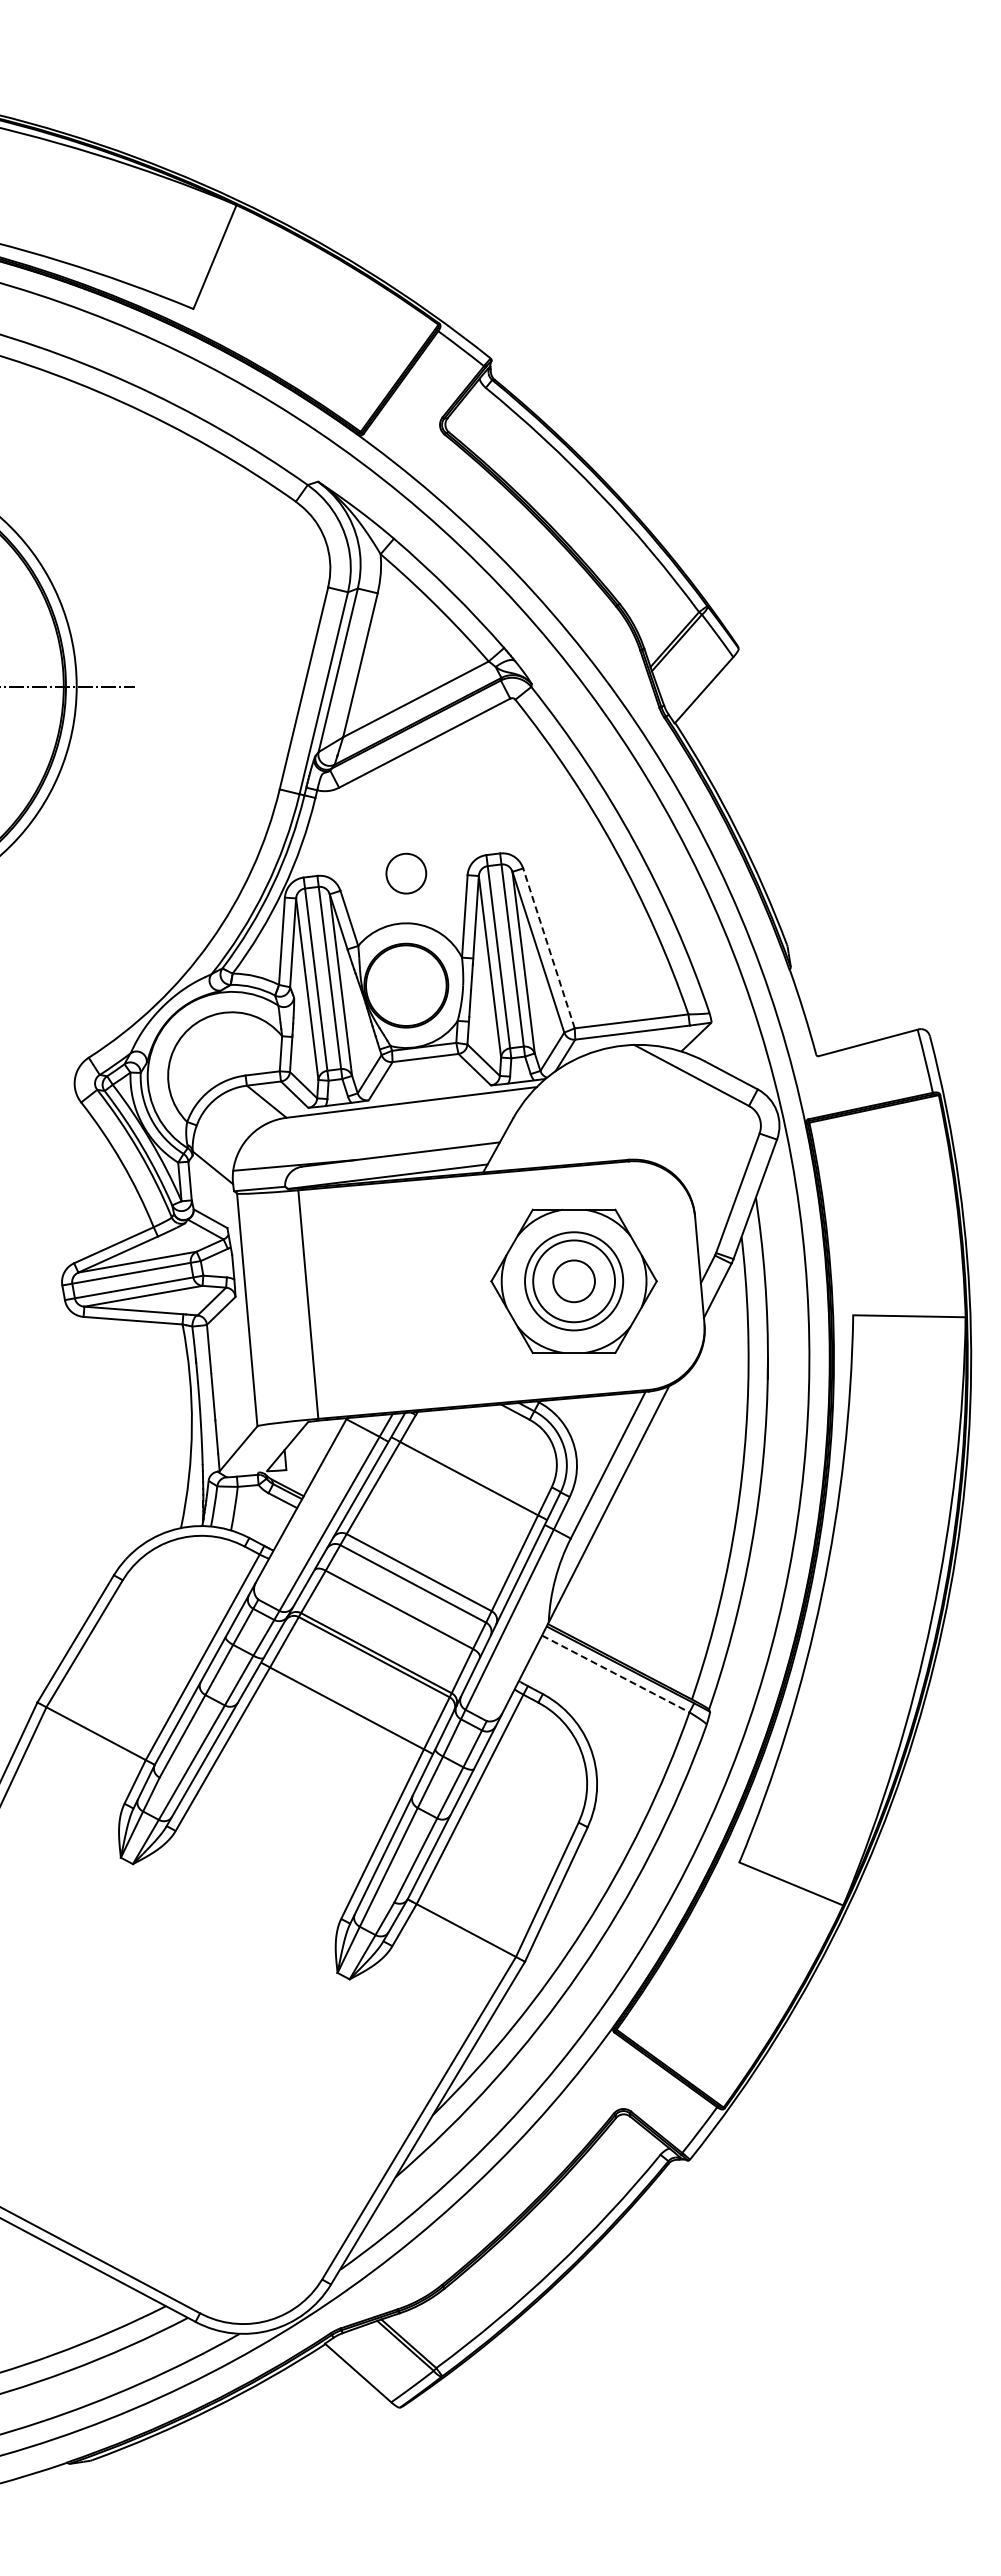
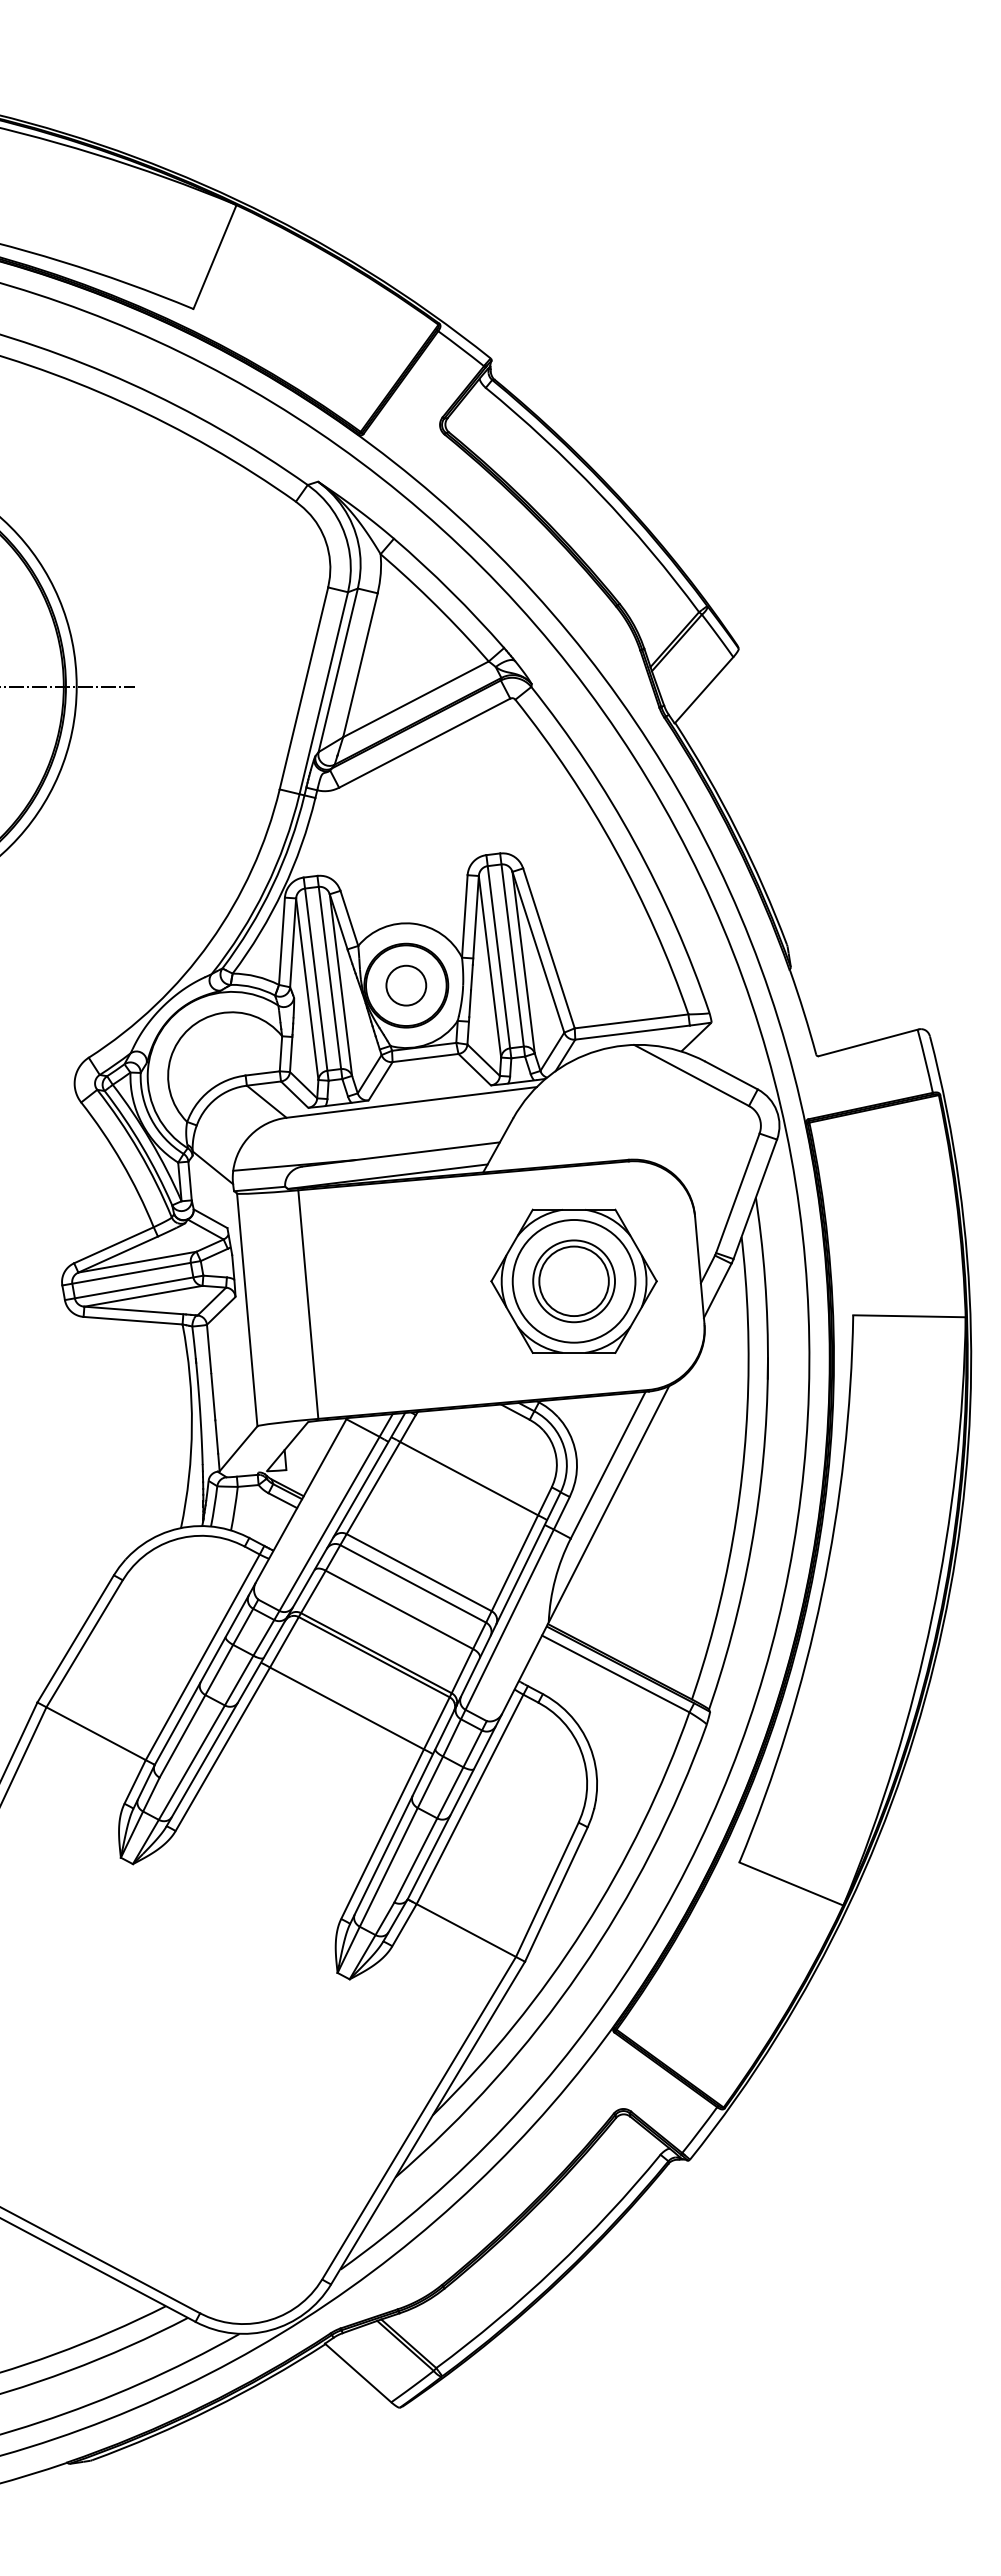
circle at (406, 873) position: (406, 873) -> (406, 985)
line at (548, 947): dashed -> solid
circle at (573, 1281) diameter: 42 px -> 70 px
circle at (574, 1281) diameter: 98 px -> 123 px
line at (616, 1674): dashed -> solid
